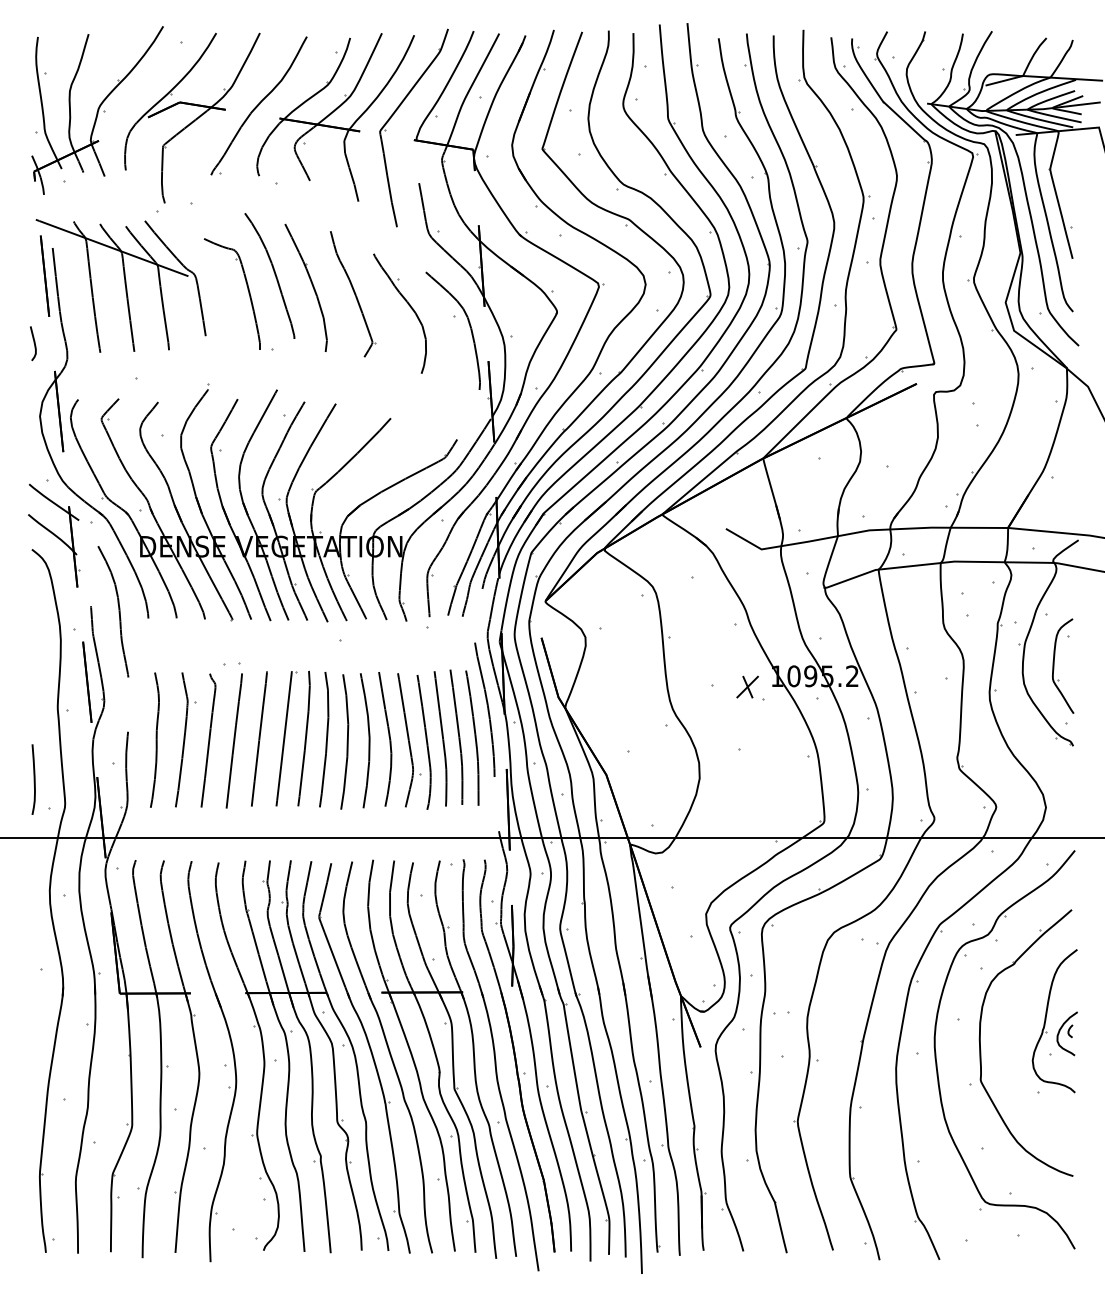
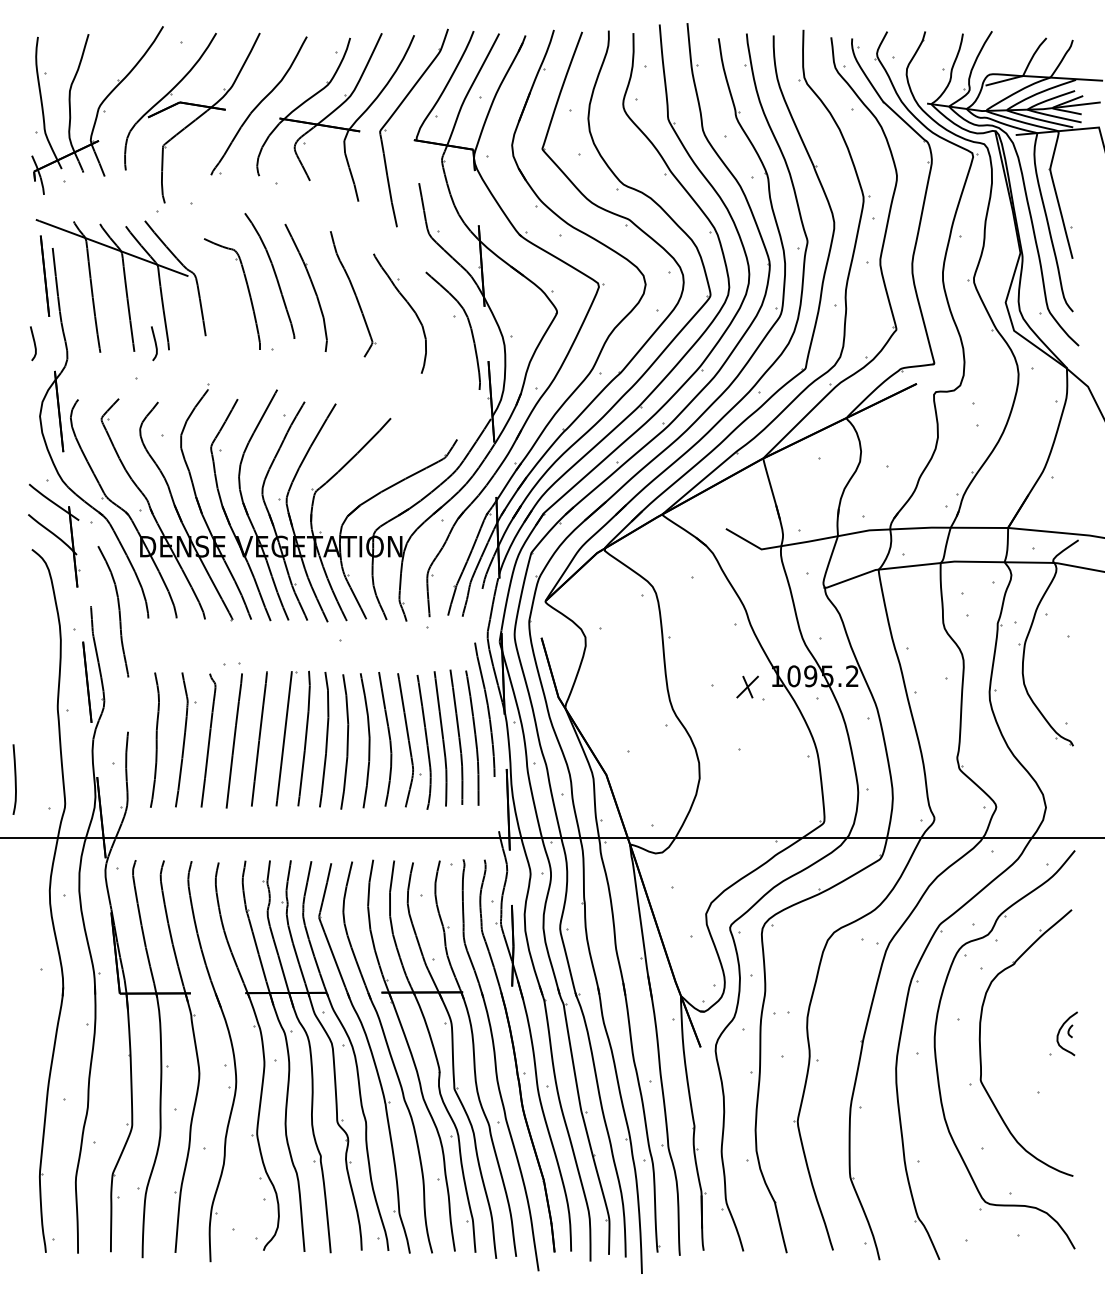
curve at (154, 343): none -> present
part at (1054, 665): present -> none
curve at (33, 779) position: (33, 779) -> (14, 779)
part at (1046, 1020): present -> none
